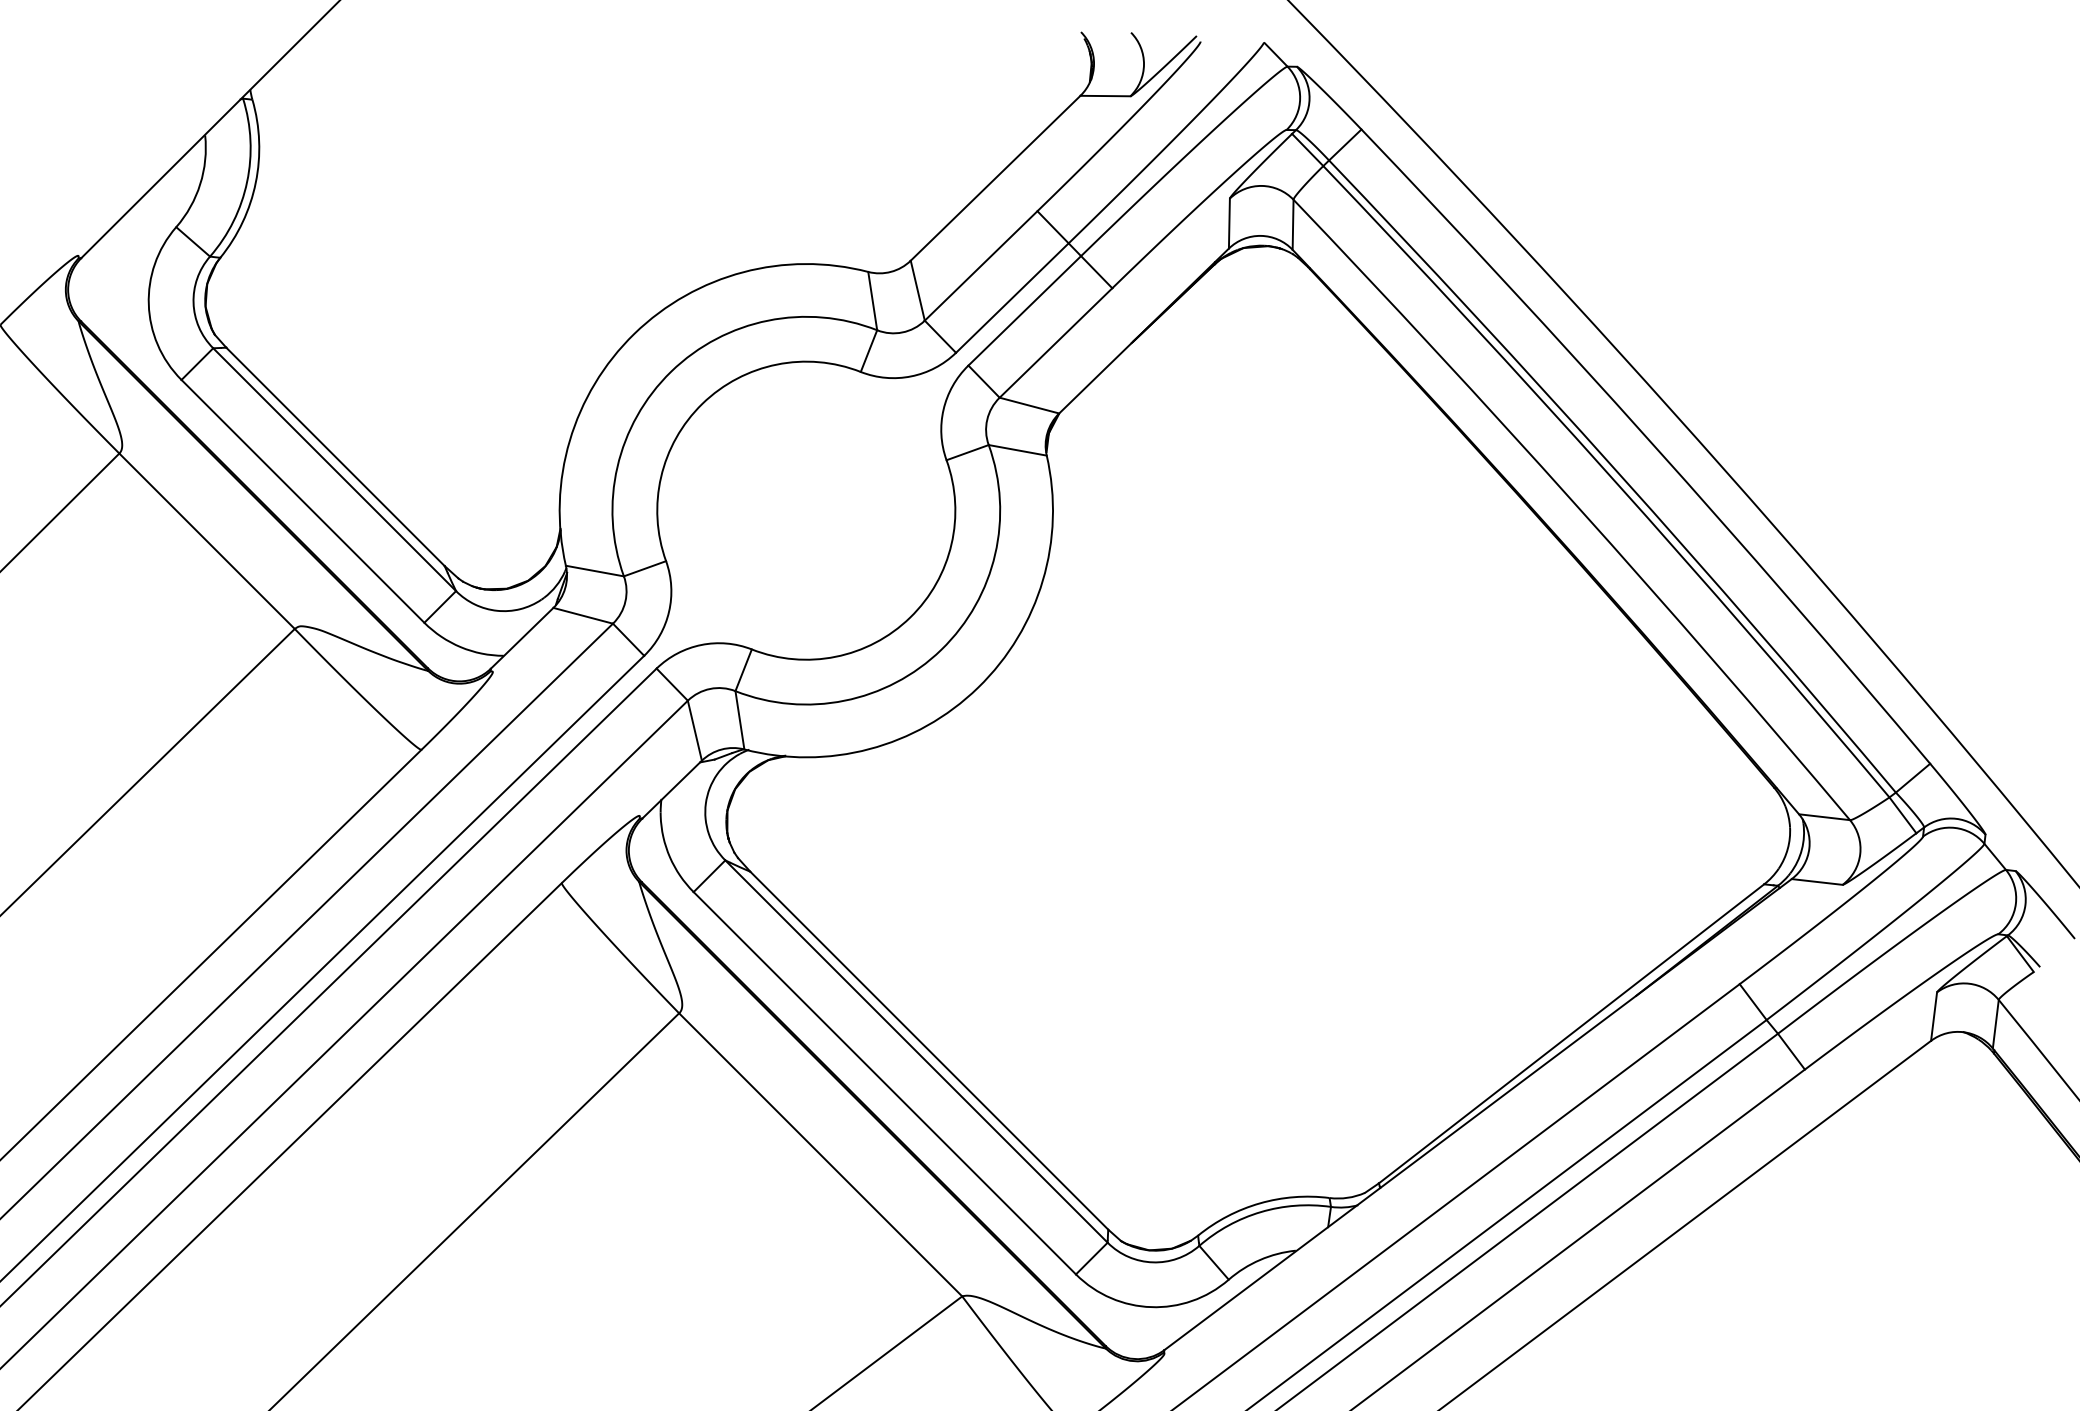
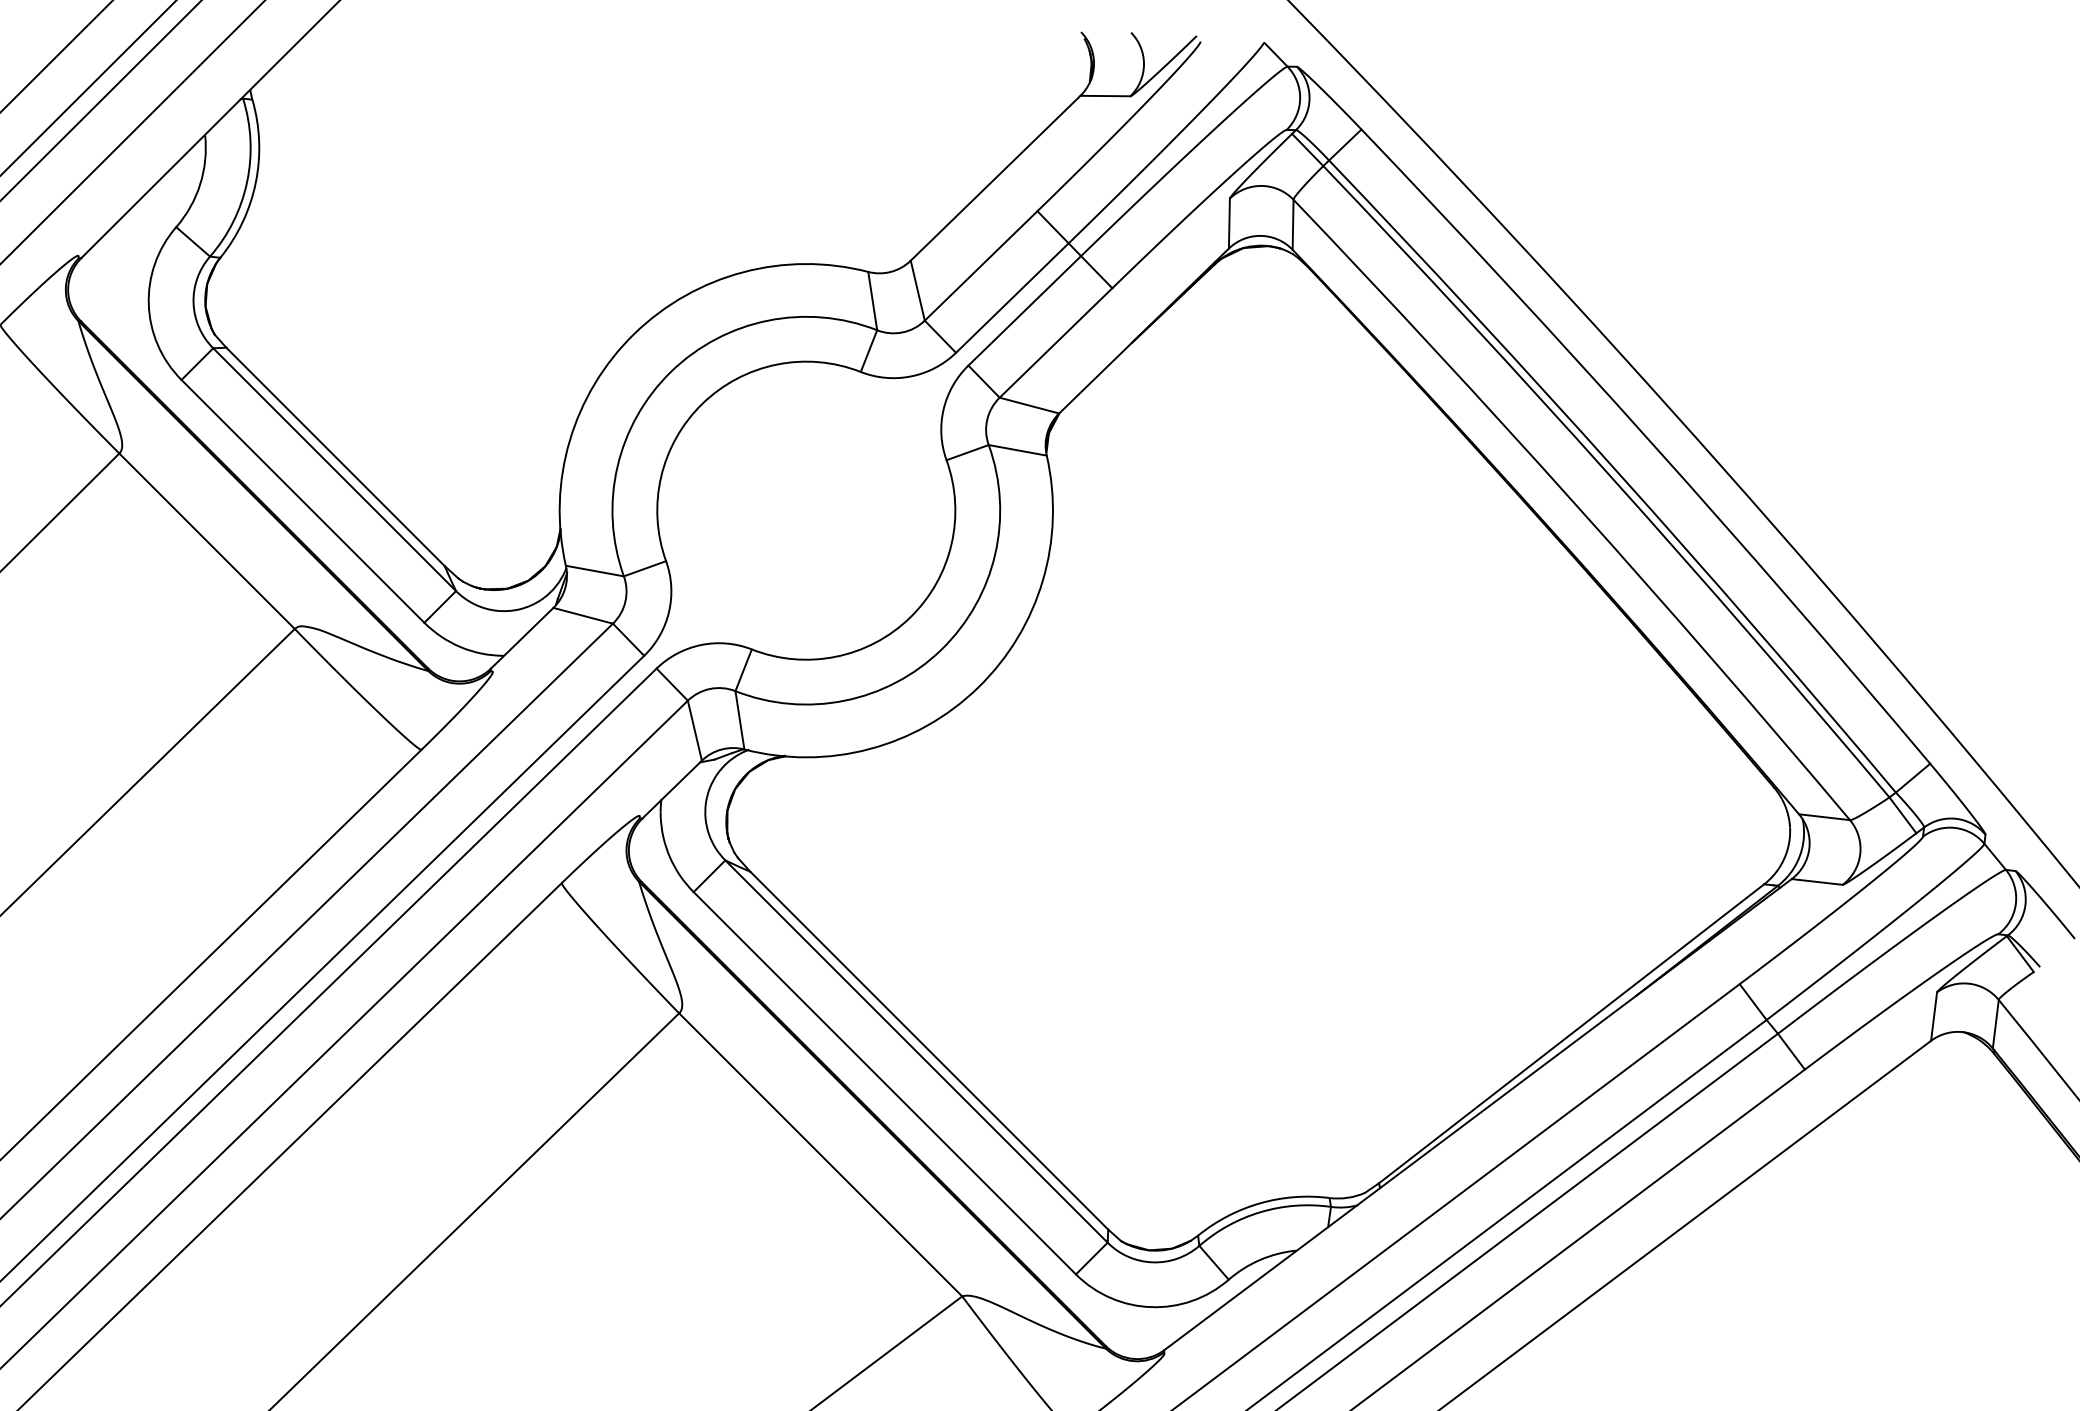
line at (56, 56): none -> present
line at (88, 88): none -> present
line at (100, 100): none -> present
line at (132, 131): none -> present
